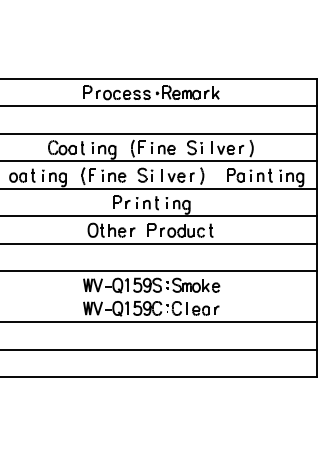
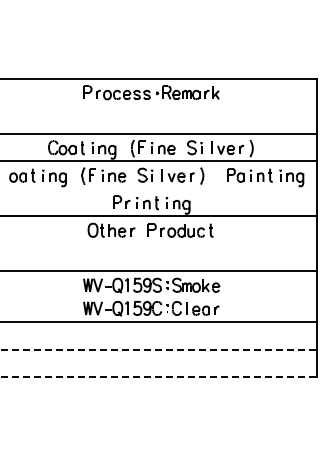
line at (159, 106): present -> none
line at (159, 188): present -> none
line at (159, 243): present -> none
line at (158, 349): solid -> dashed
line at (158, 377): solid -> dashed
